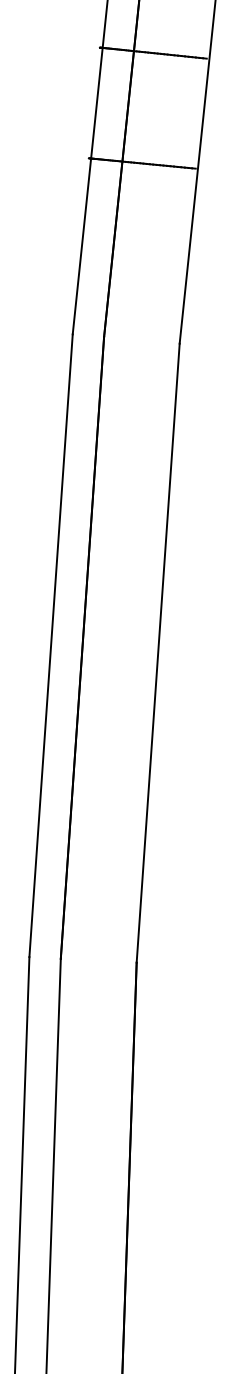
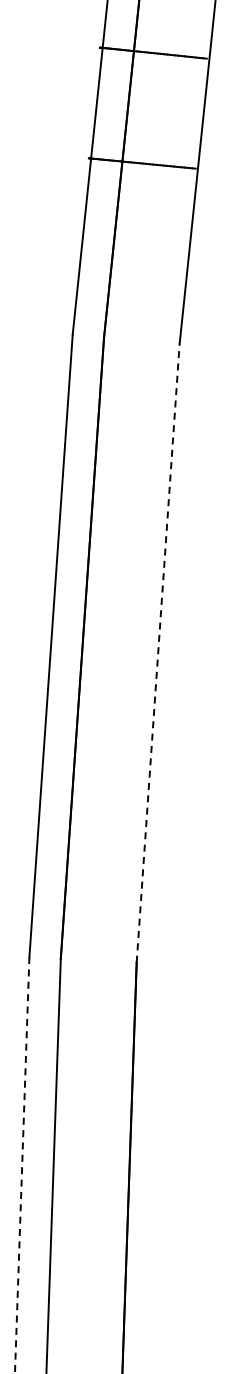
line at (158, 652): solid -> dashed
line at (22, 1165): solid -> dashed
